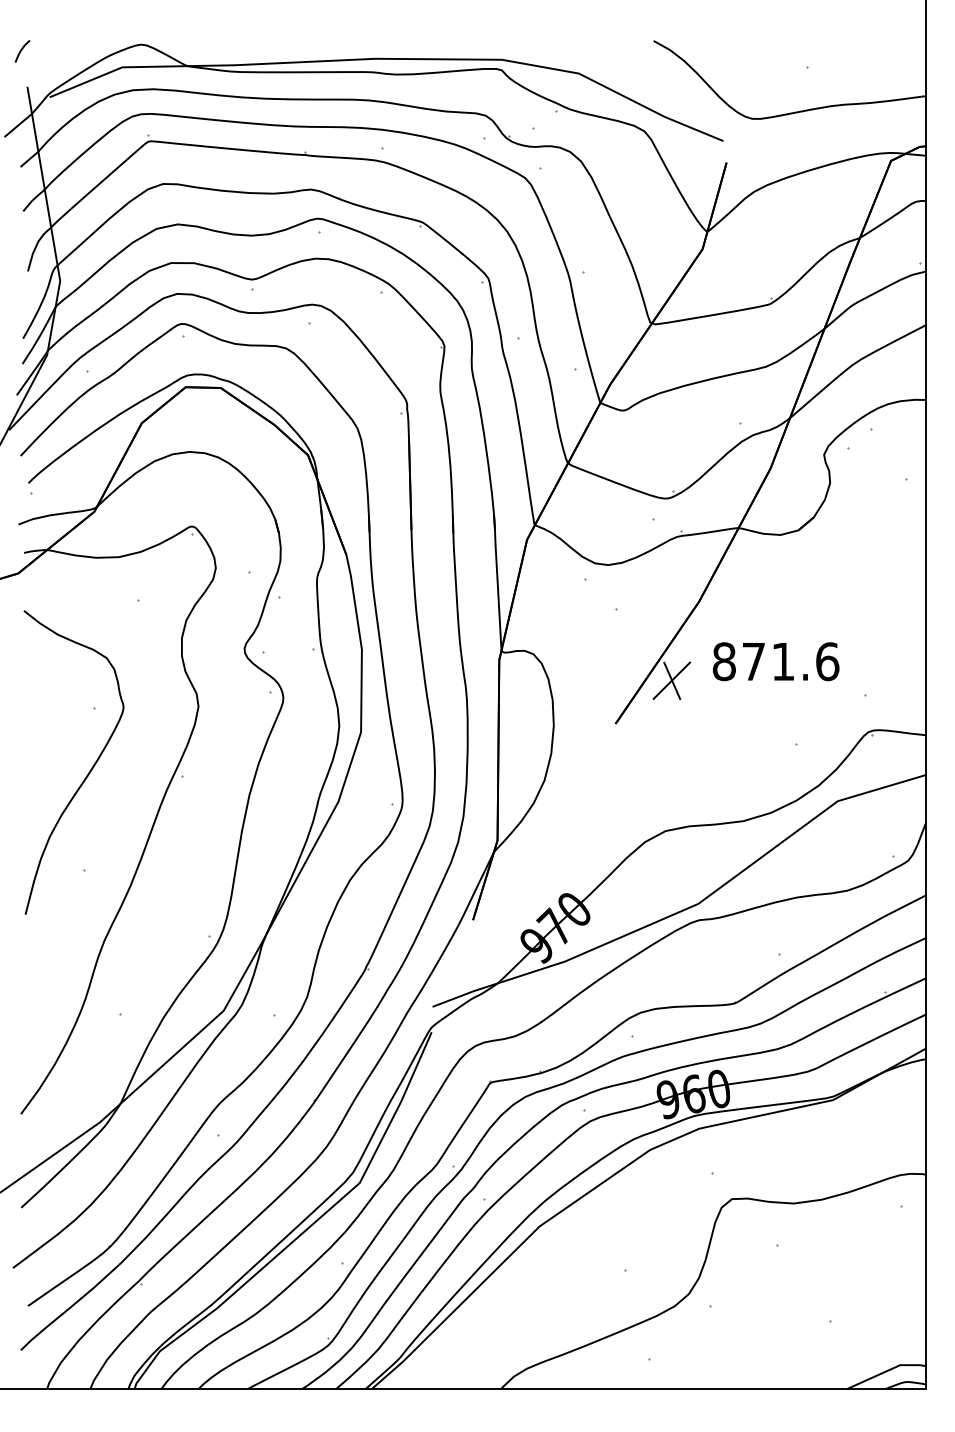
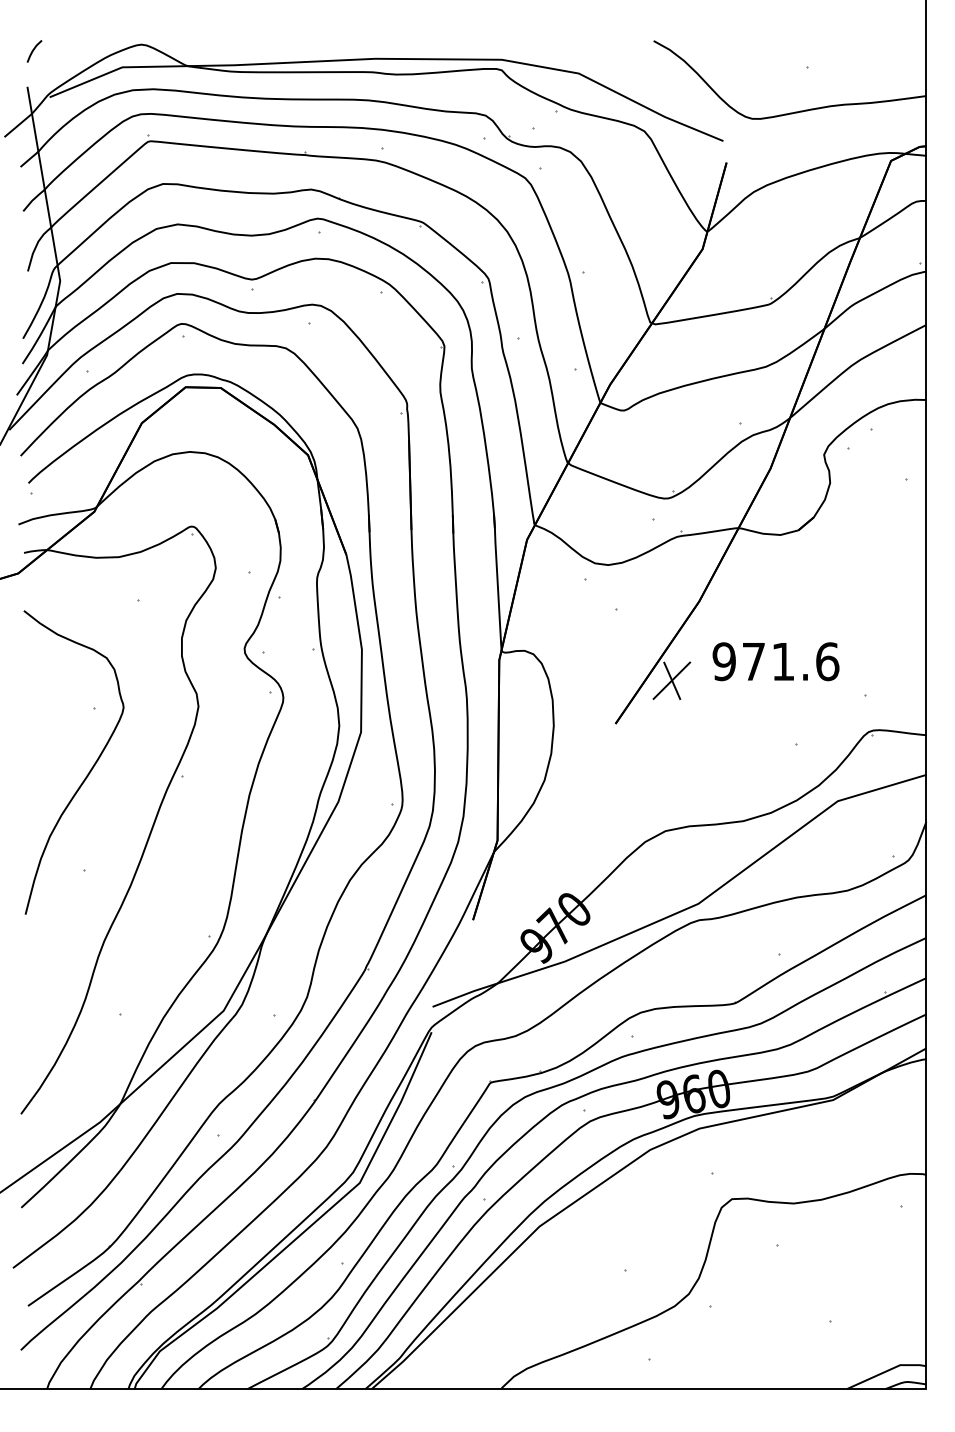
line at (22, 50) position: (22, 50) -> (34, 50)
text at (723, 661): 871.6 -> 971.6
